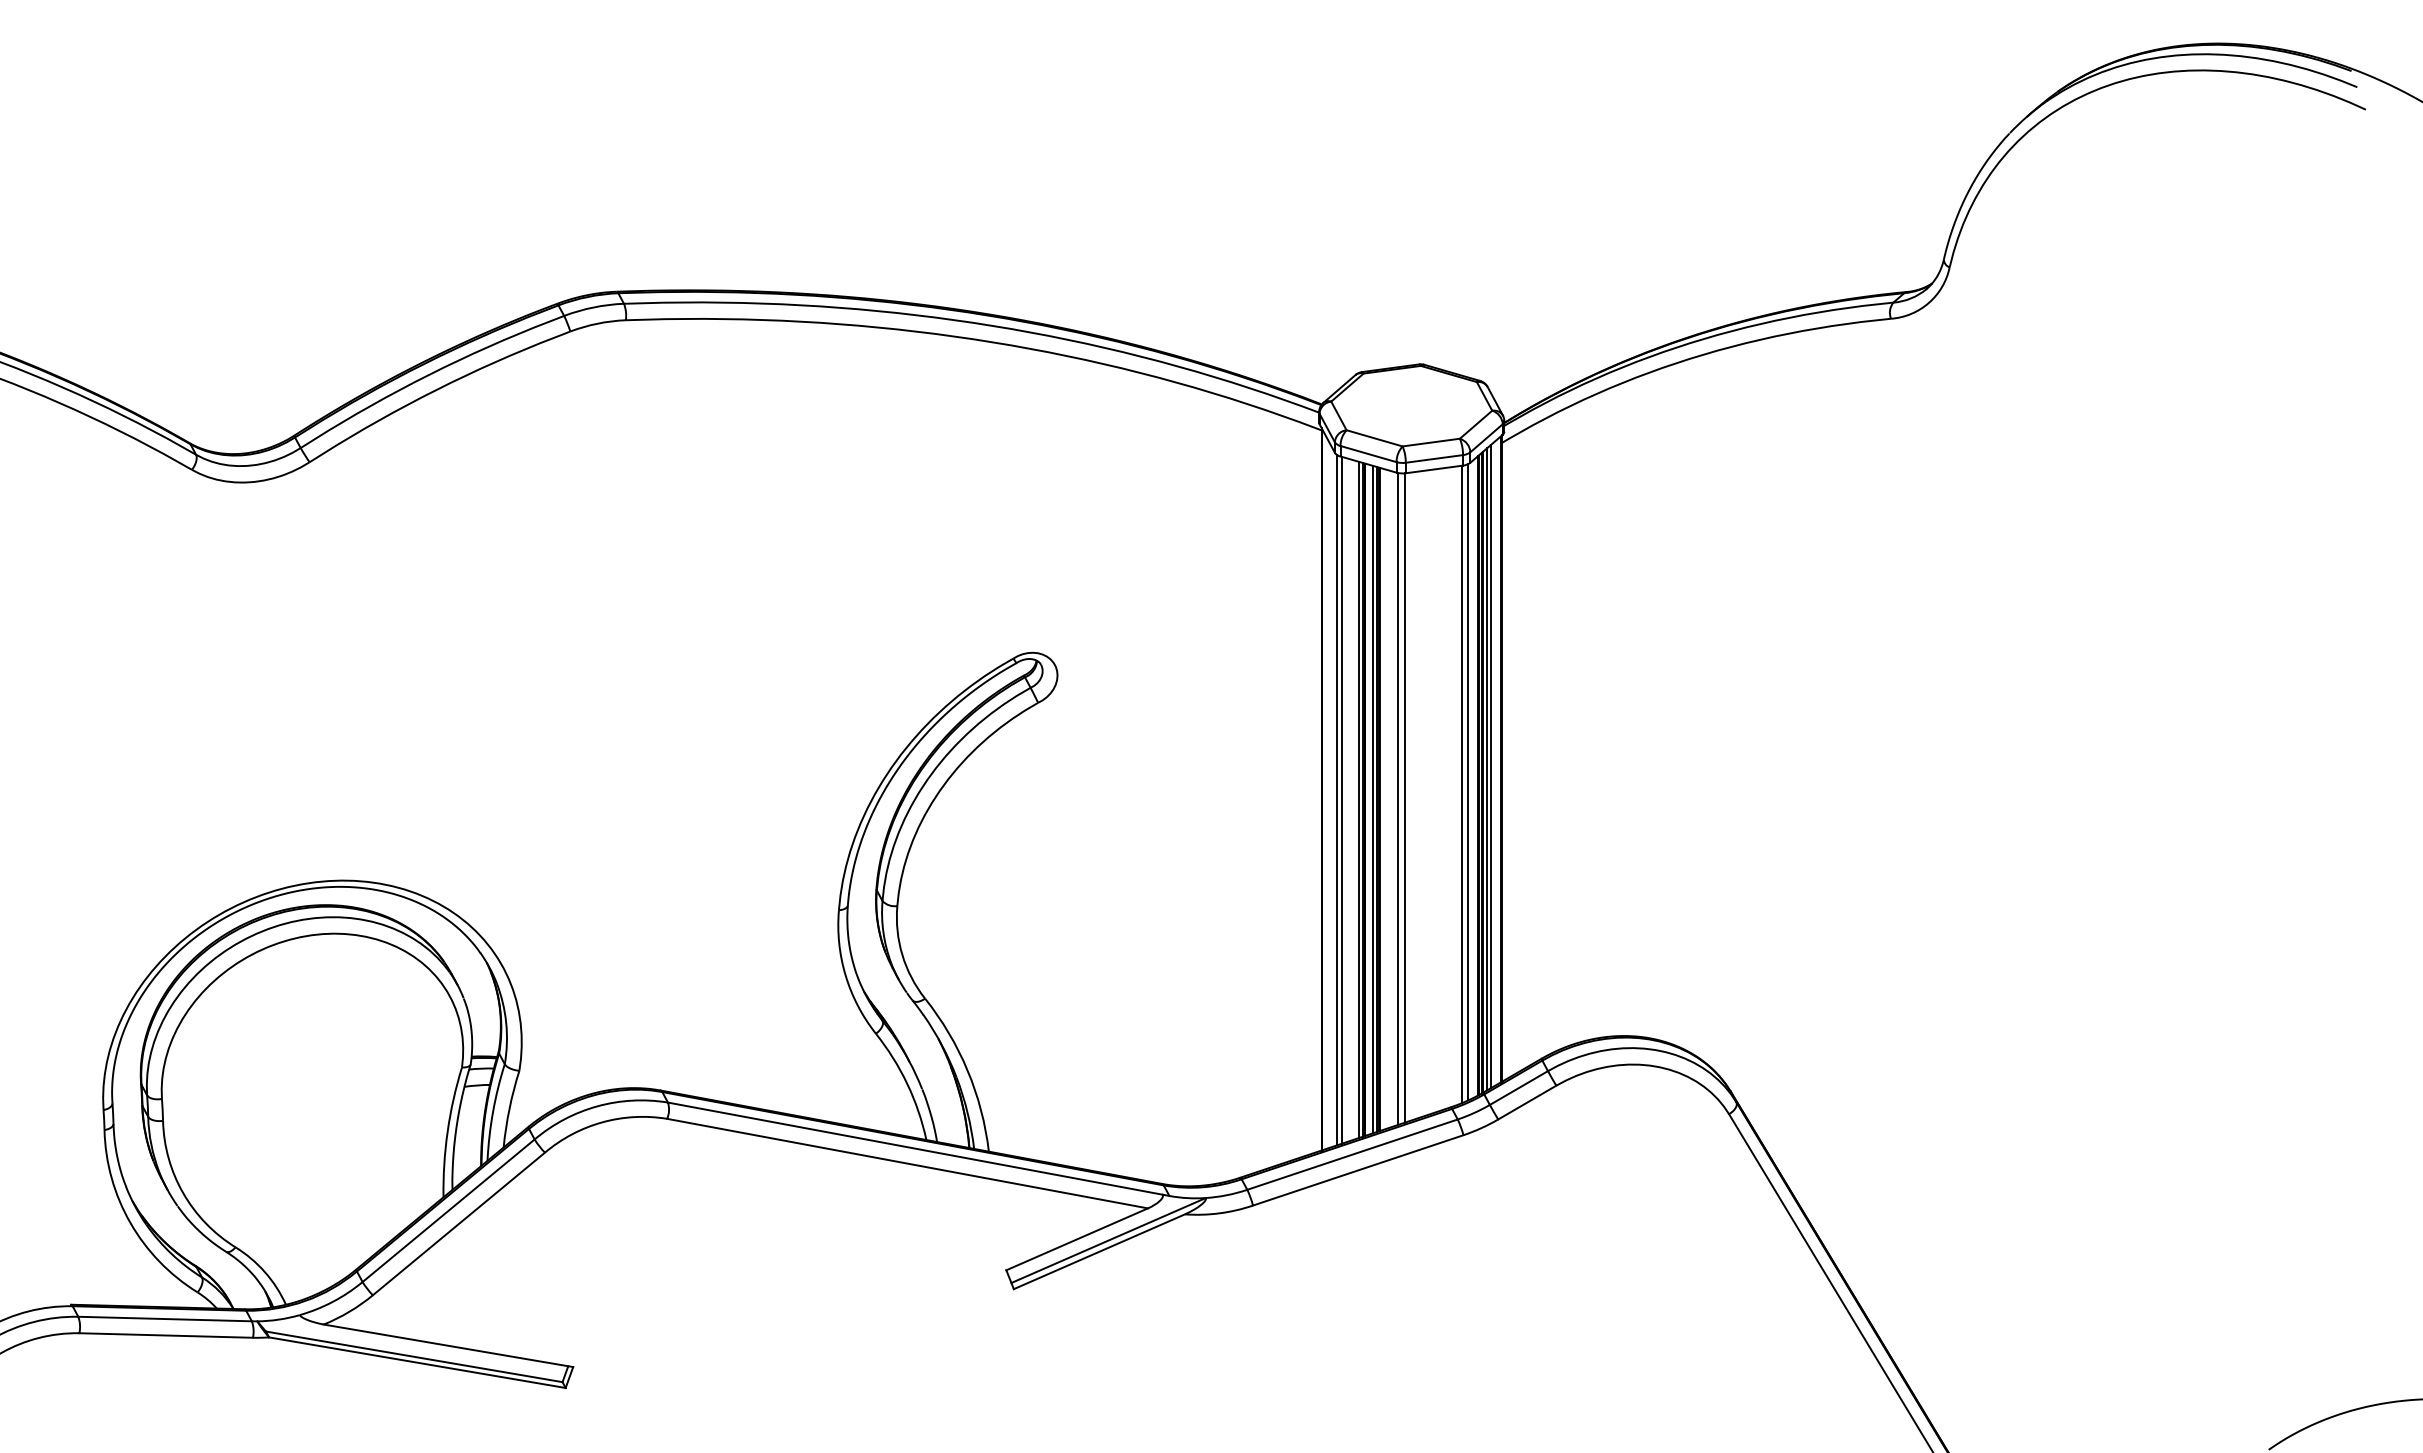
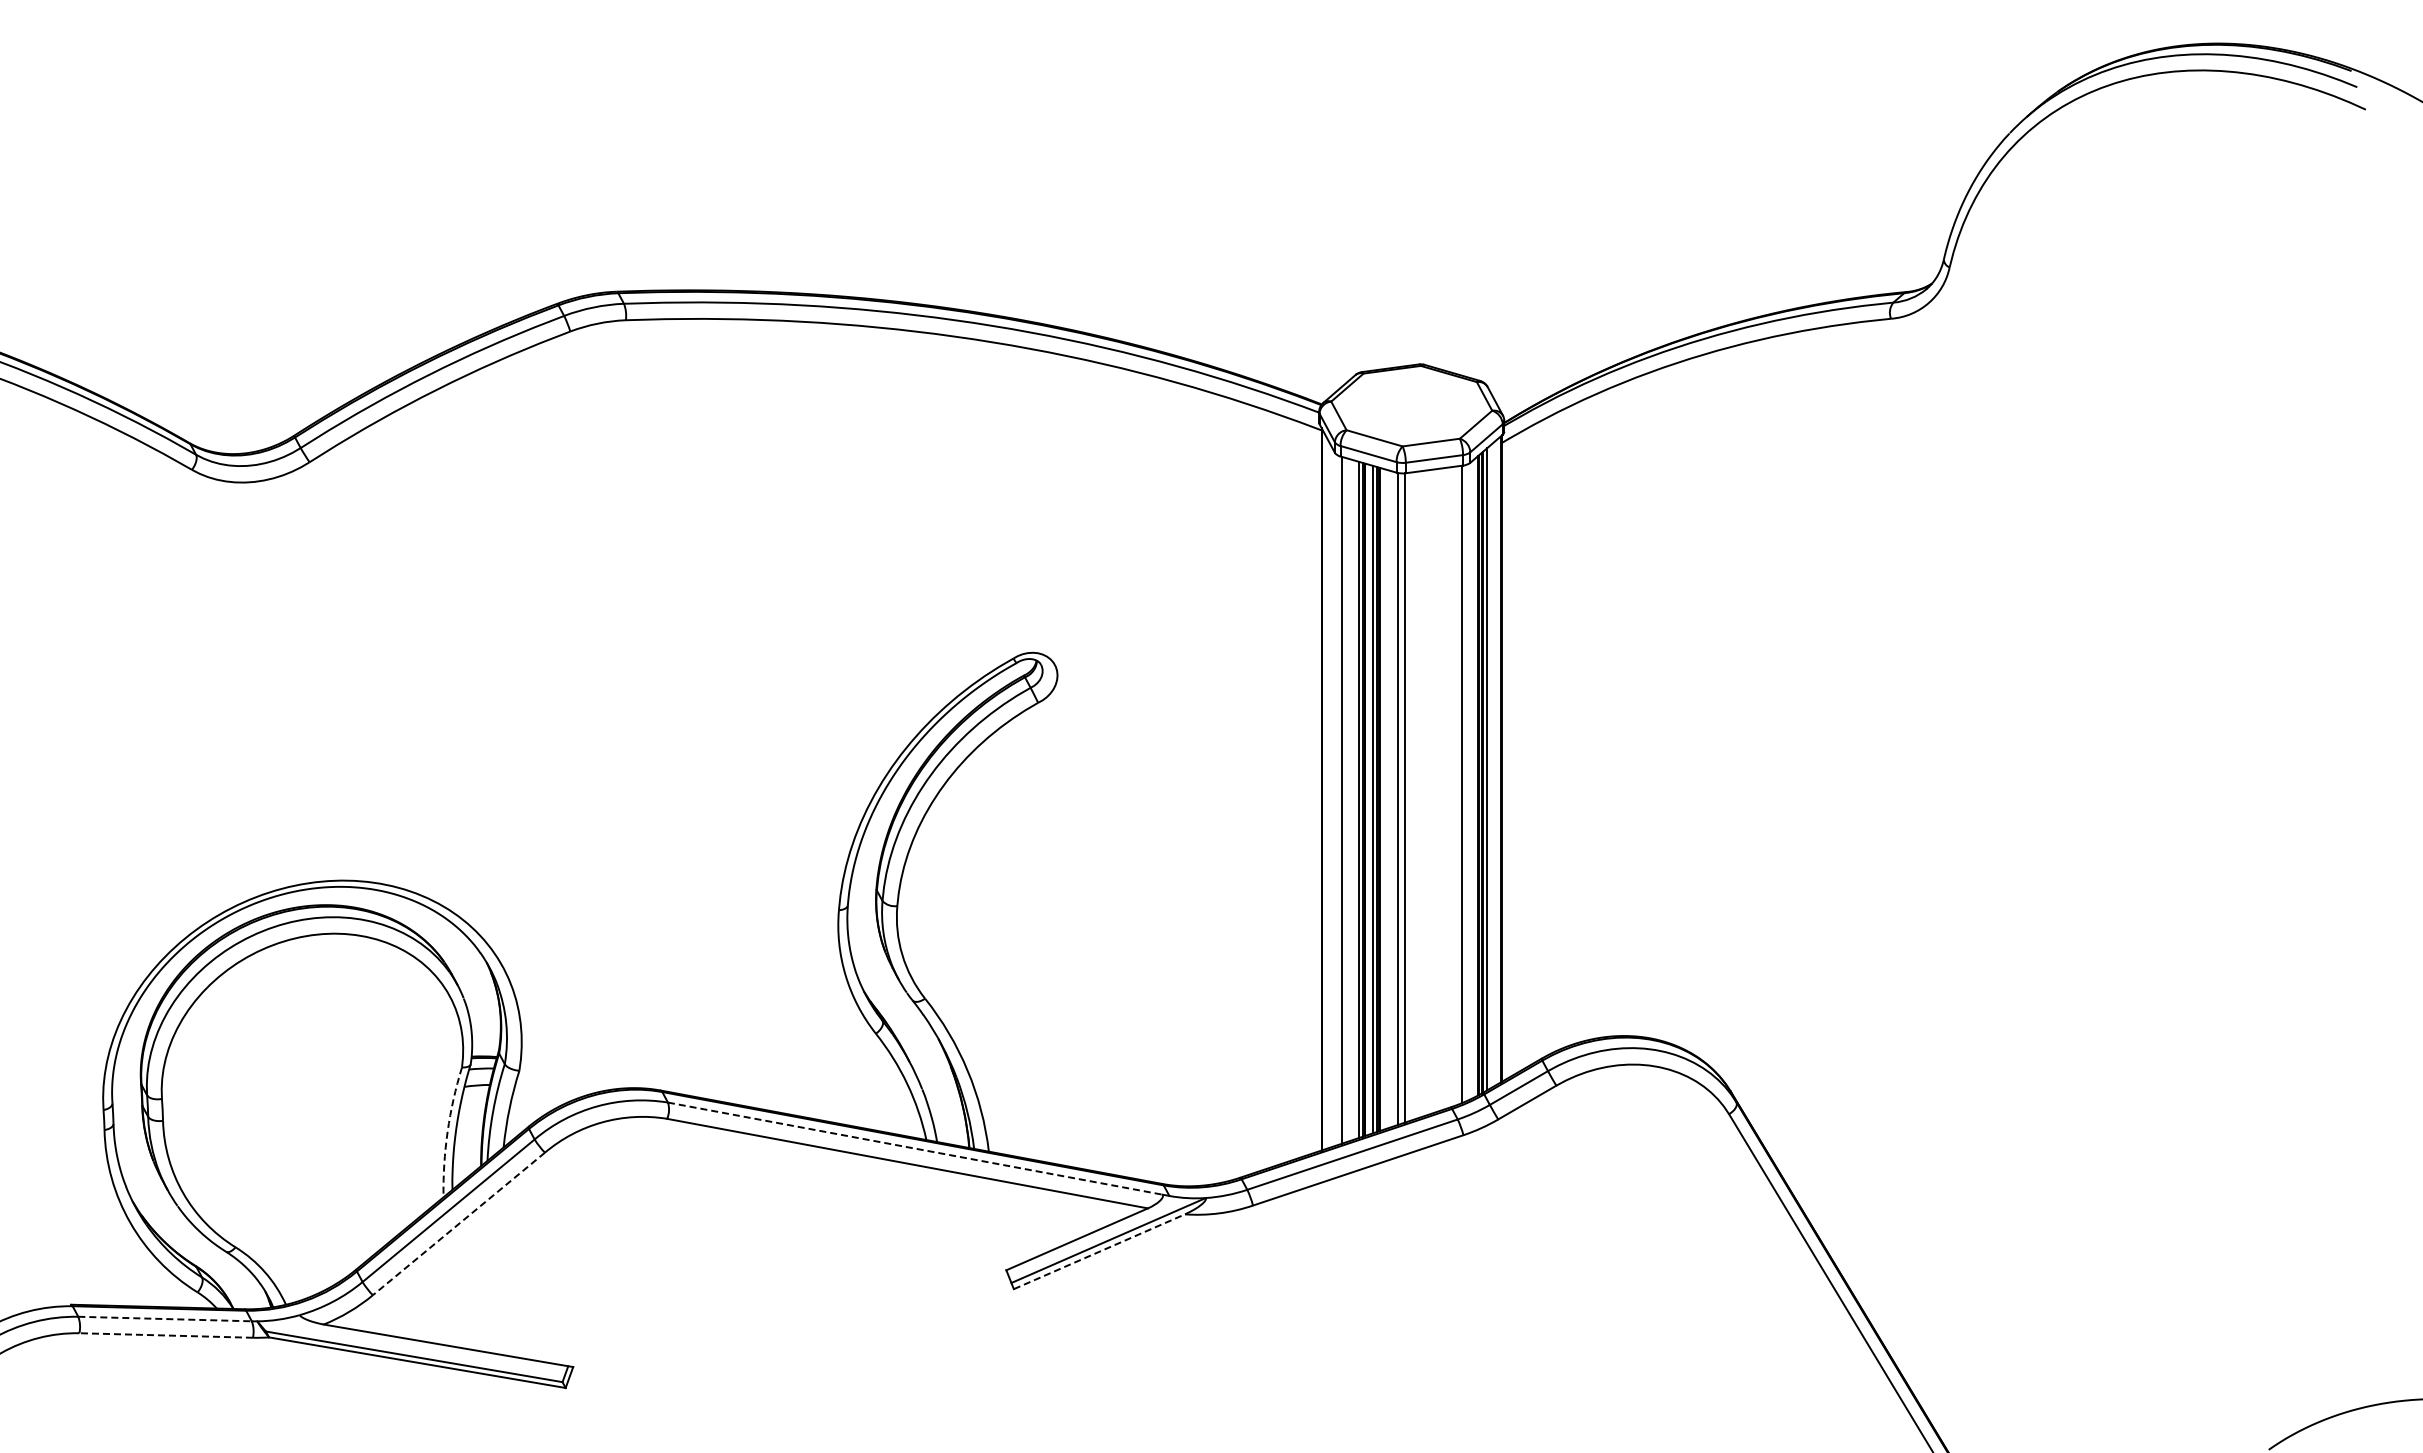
line at (1490, 766): present -> none
line at (1468, 782): present -> none
line at (1337, 800): present -> none
arc at (447, 1131): solid -> dashed
line at (915, 1148): solid -> dashed
line at (458, 1223): solid -> dashed
line at (1099, 1251): solid -> dashed
line at (165, 1319): solid -> dashed
line at (166, 1335): solid -> dashed
